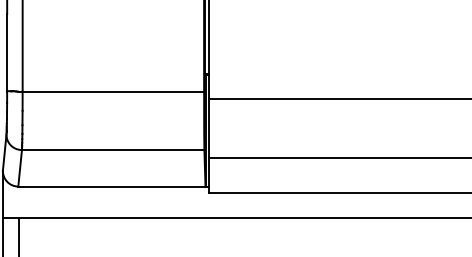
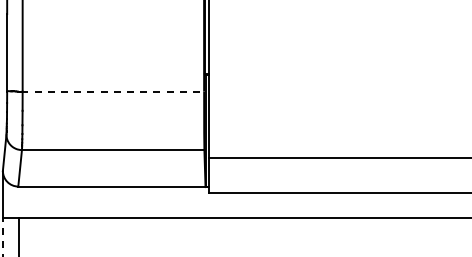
line at (113, 91): solid -> dashed
line at (338, 99): present -> none
line at (3, 236): solid -> dashed
